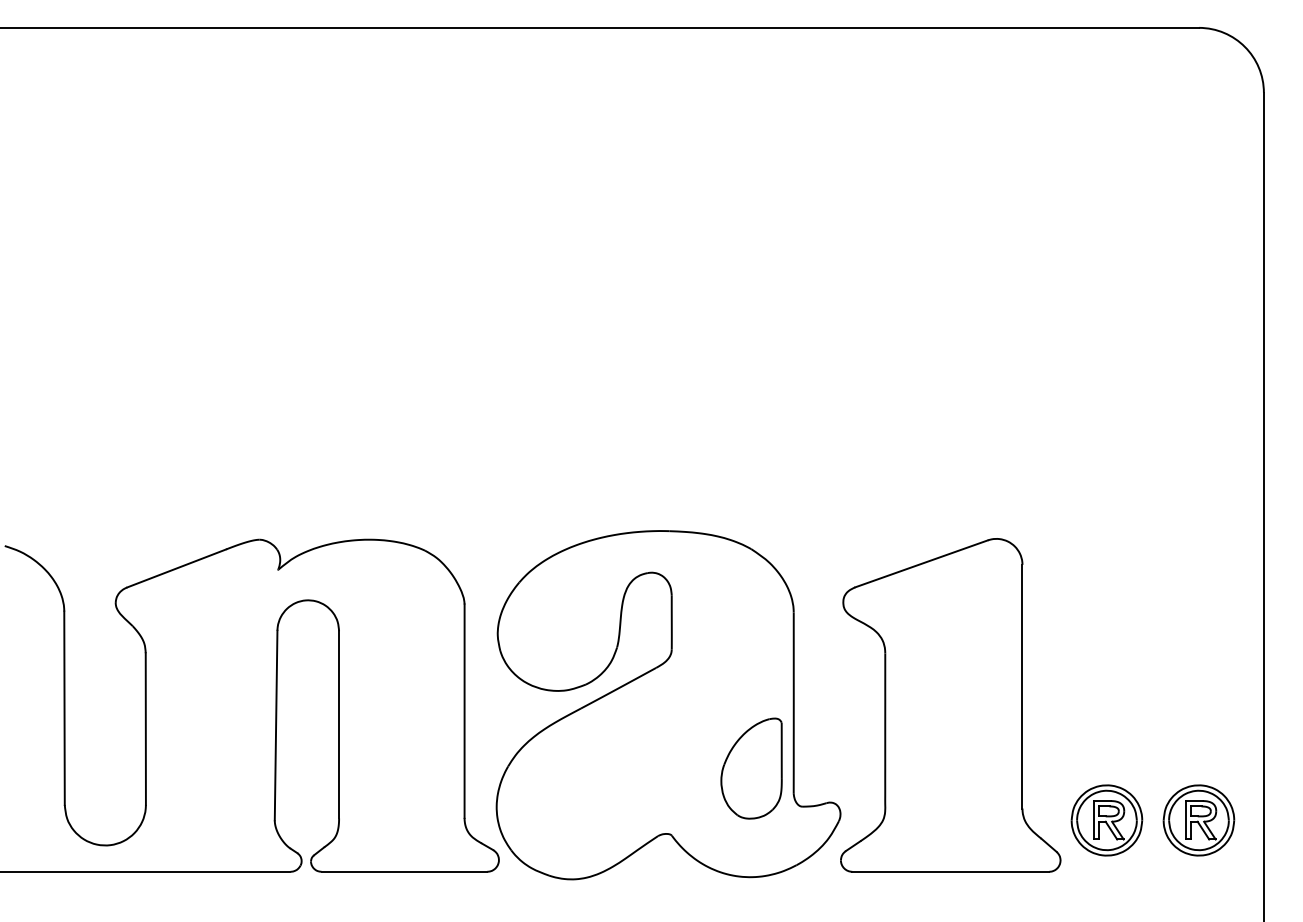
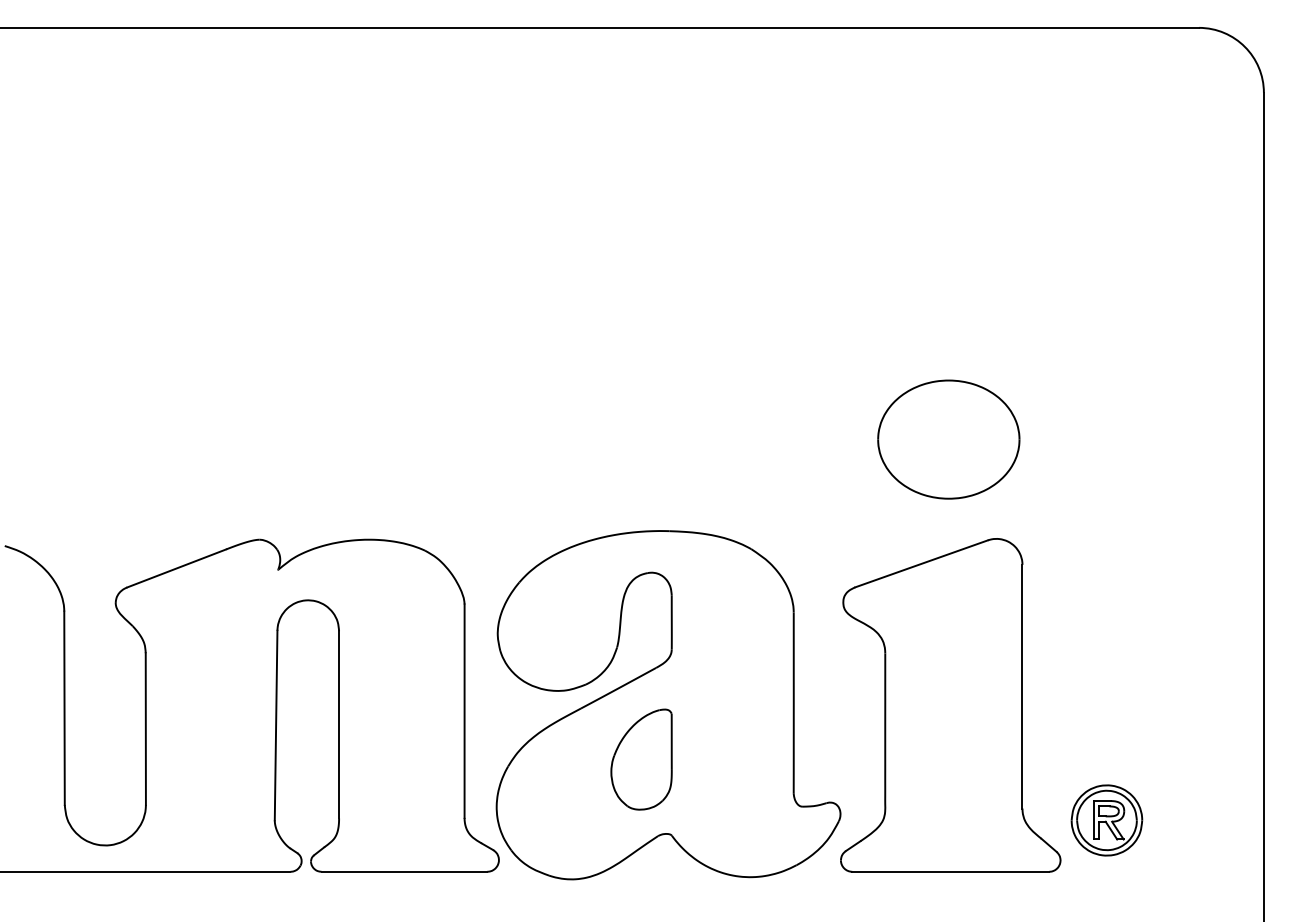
part at (948, 439): none -> present
part at (751, 768) position: (751, 768) -> (641, 759)
part at (1198, 820): present -> none
